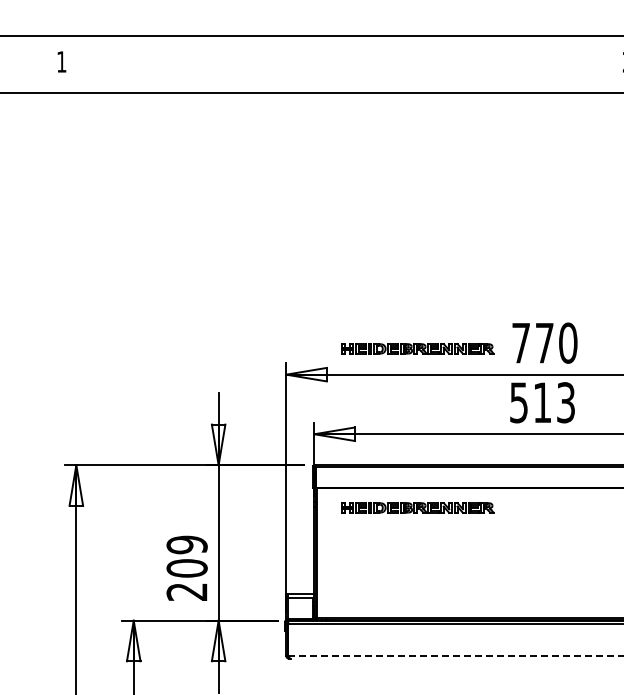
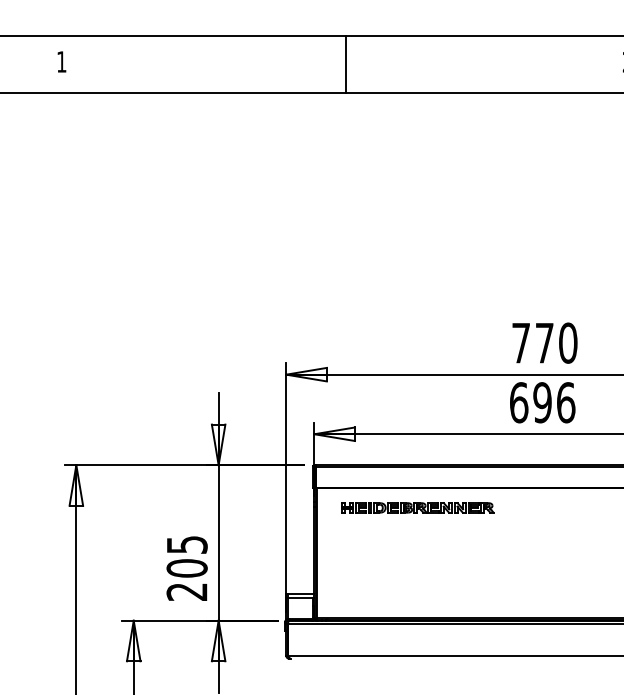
line at (345, 64): none -> present
part at (417, 348): present -> none
text at (542, 402): 513 -> 696
text at (186, 544): 209 -> 205
line at (455, 655): dashed -> solid
